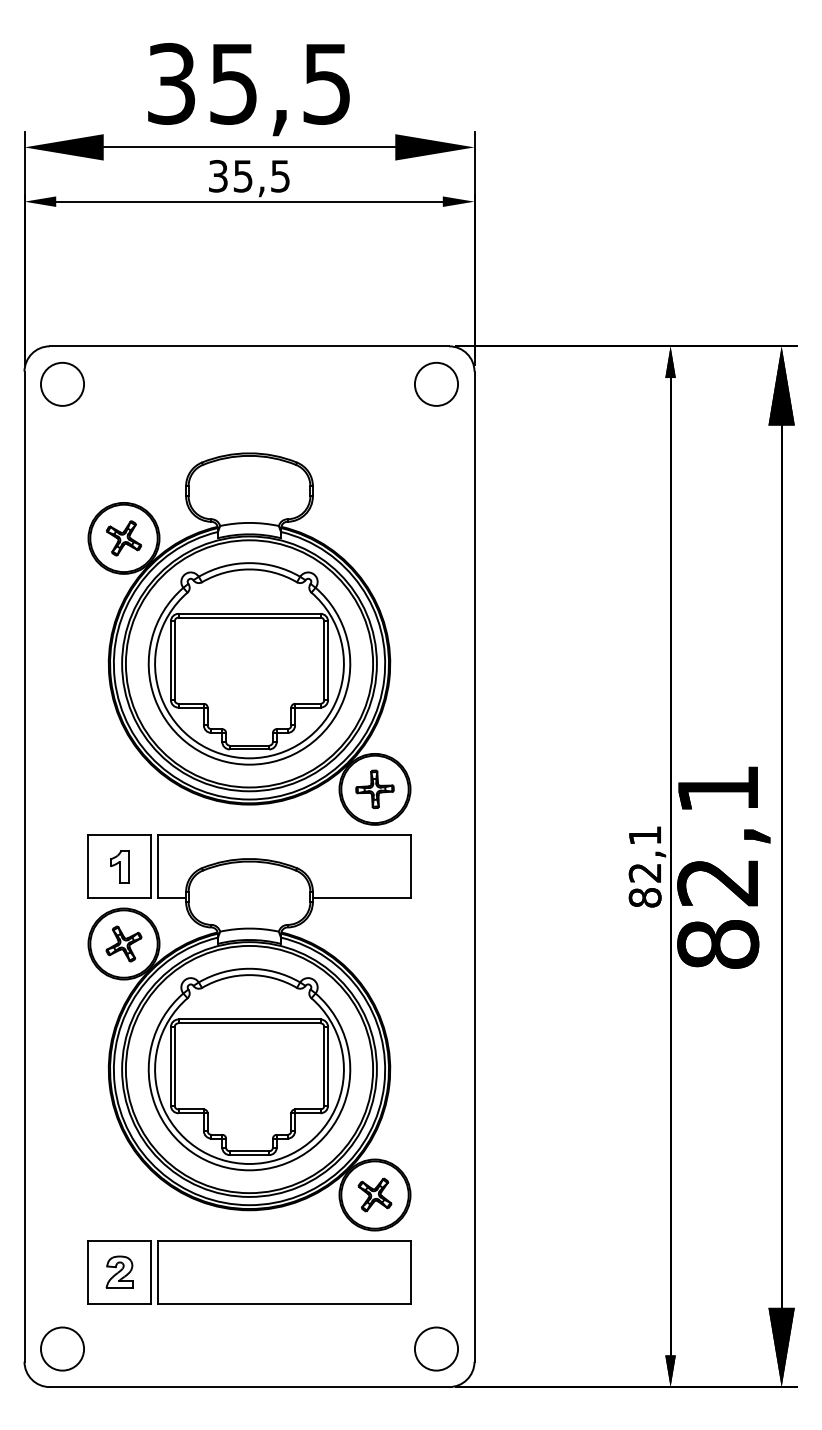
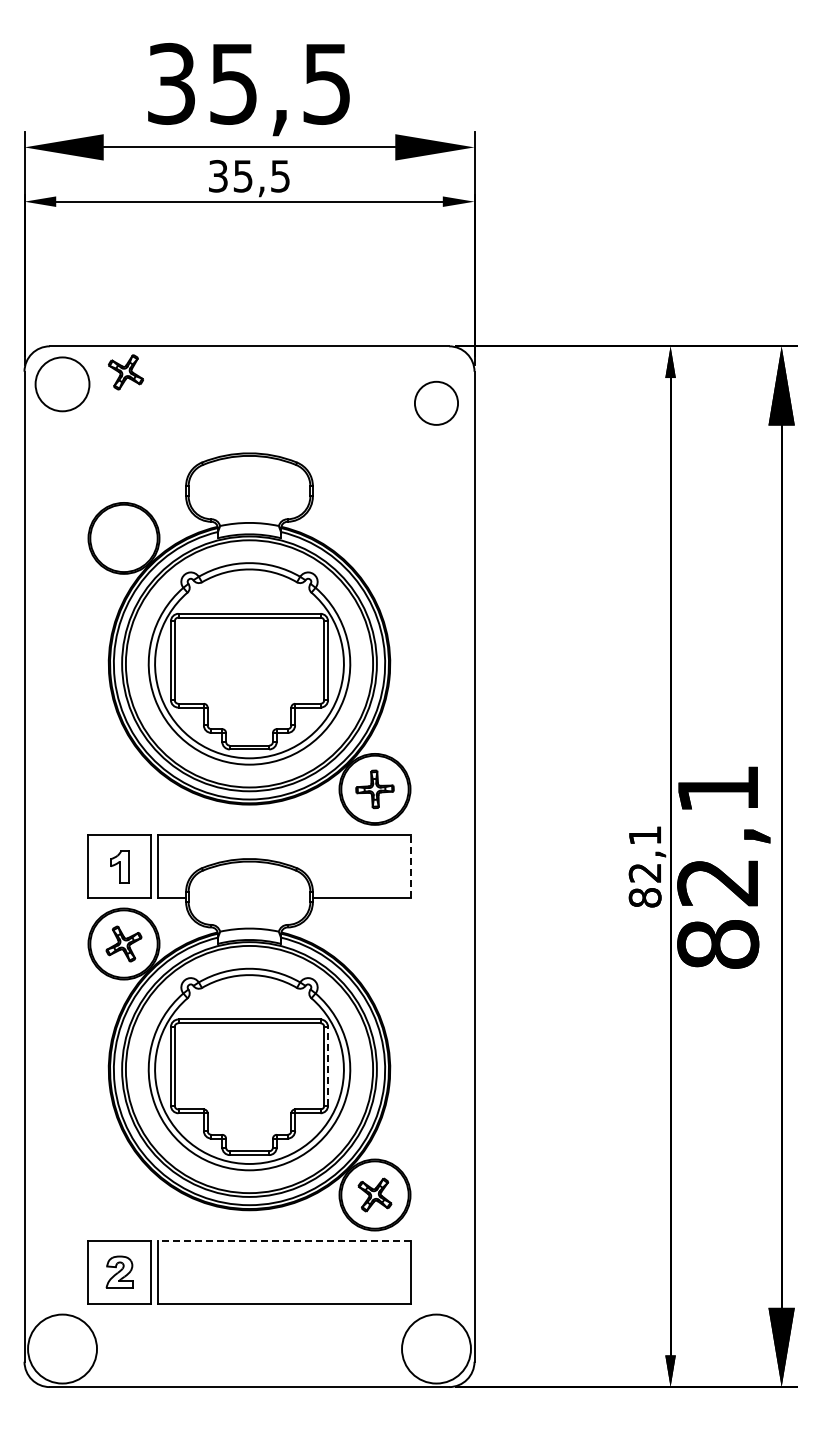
circle at (62, 383) diameter: 43 px -> 54 px
circle at (436, 383) position: (436, 383) -> (436, 402)
part at (123, 538) position: (123, 538) -> (125, 372)
line at (411, 866): solid -> dashed
line at (328, 1065): solid -> dashed
line at (284, 1240): solid -> dashed
circle at (62, 1348) diameter: 43 px -> 69 px
circle at (436, 1348) diameter: 43 px -> 69 px
